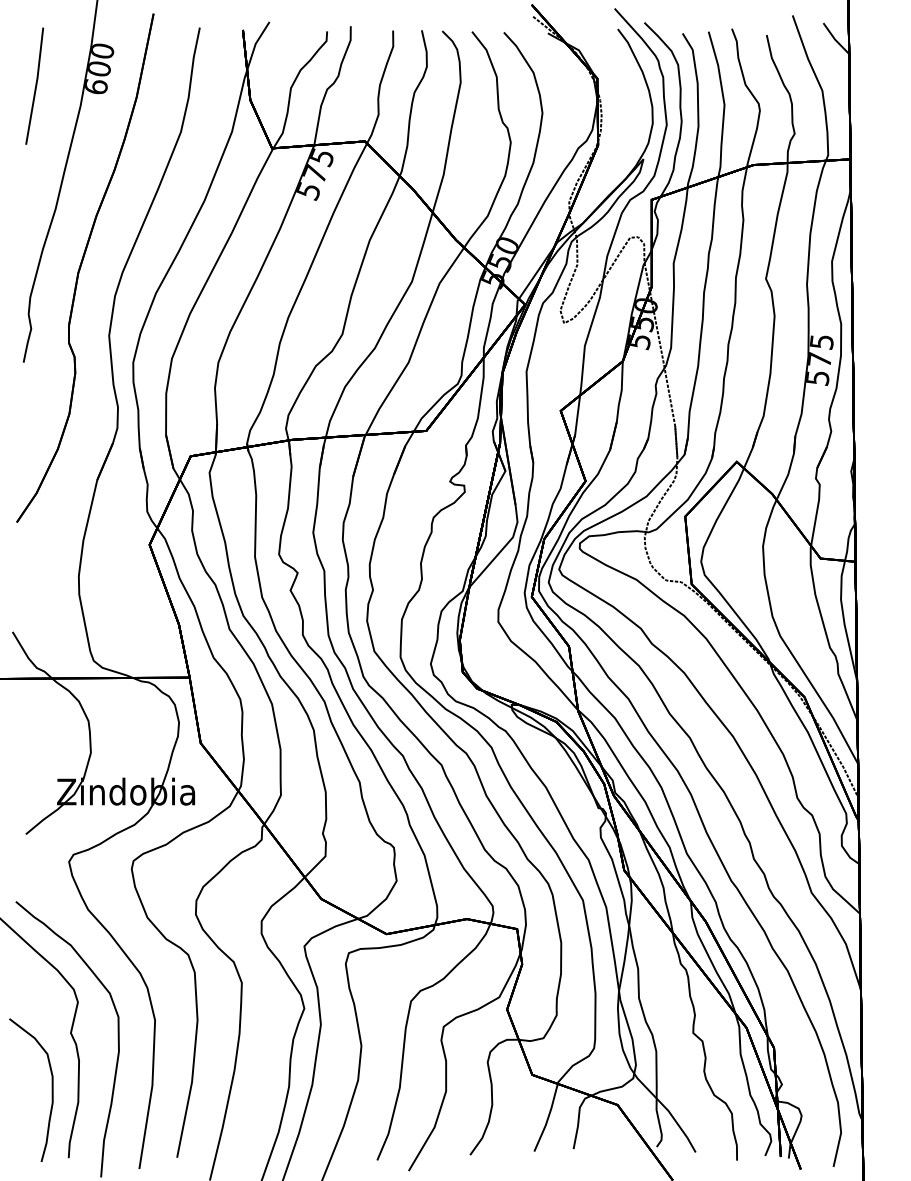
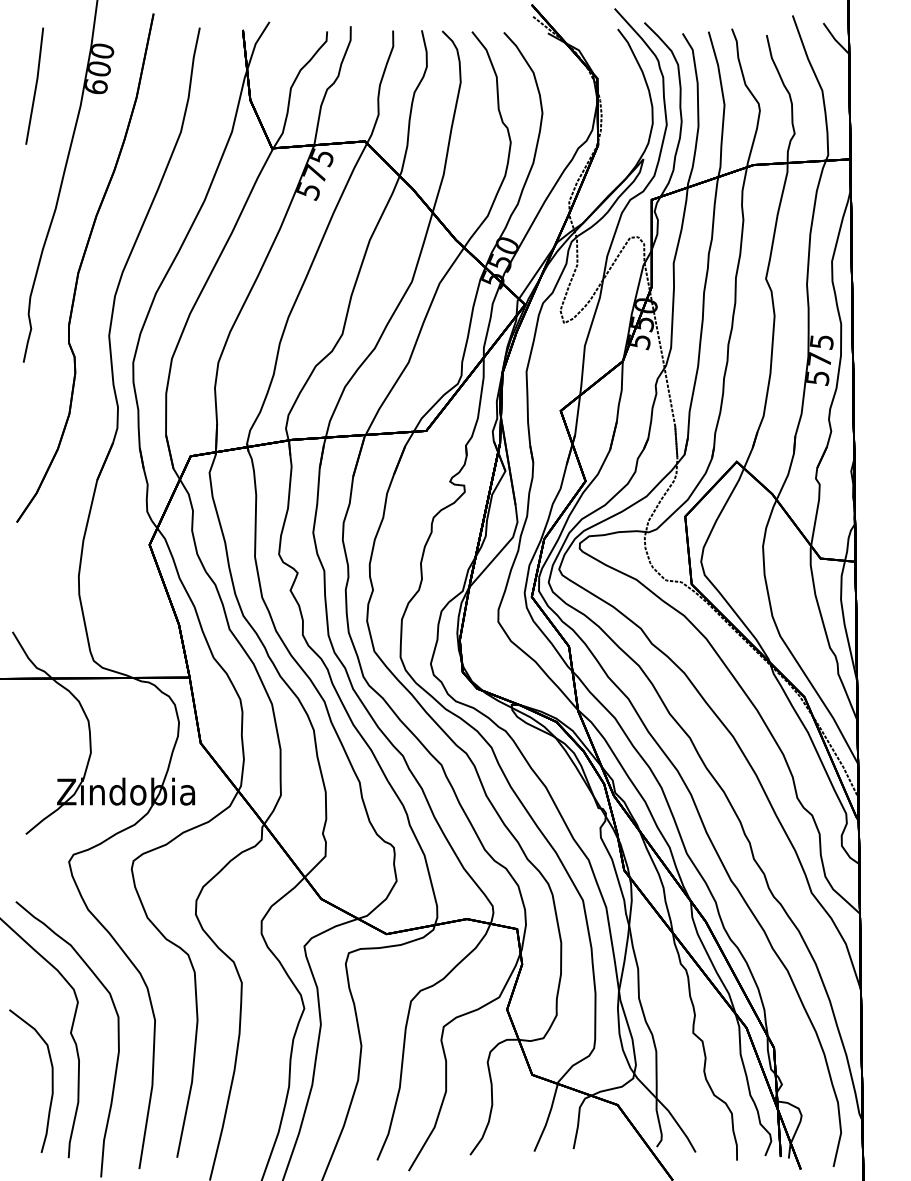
part at (51, 1089) position: (51, 1089) -> (51, 1080)
